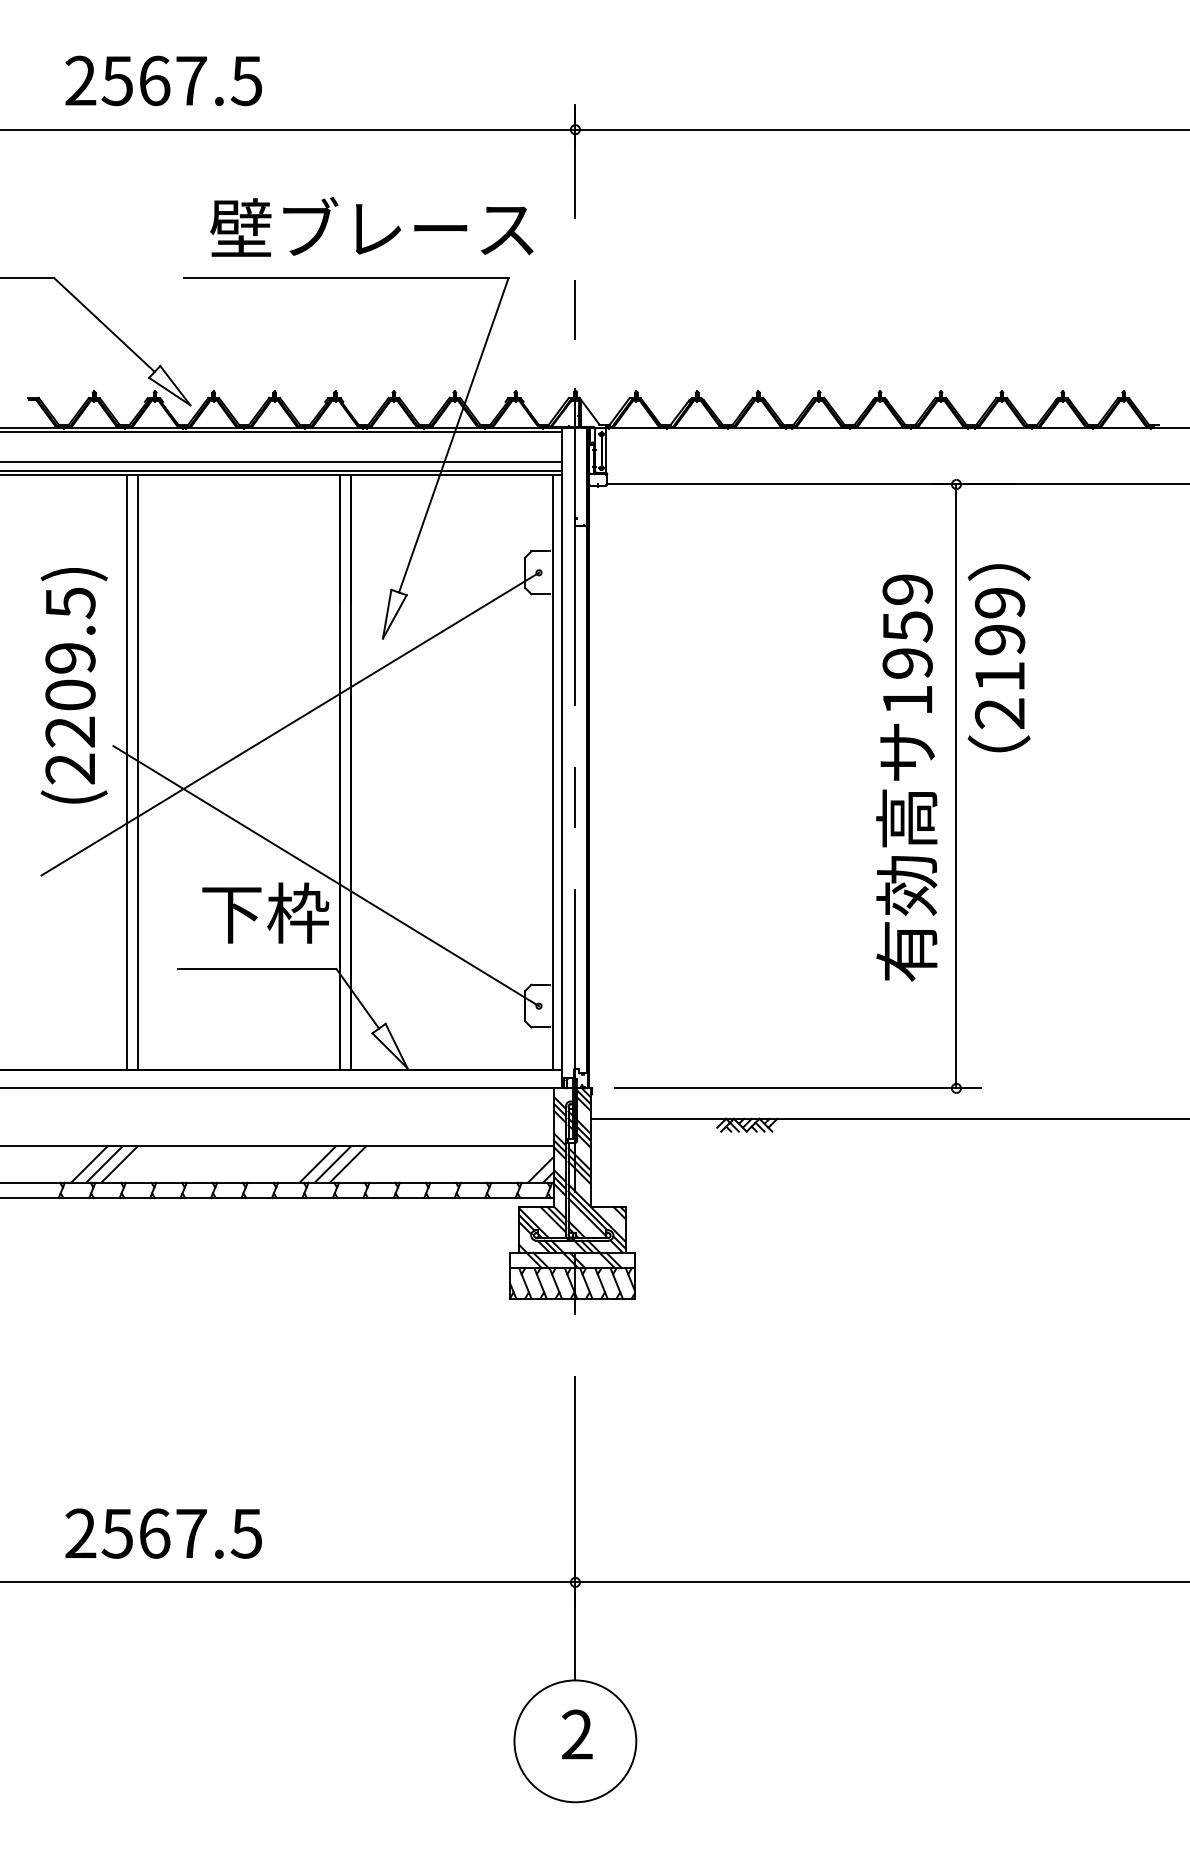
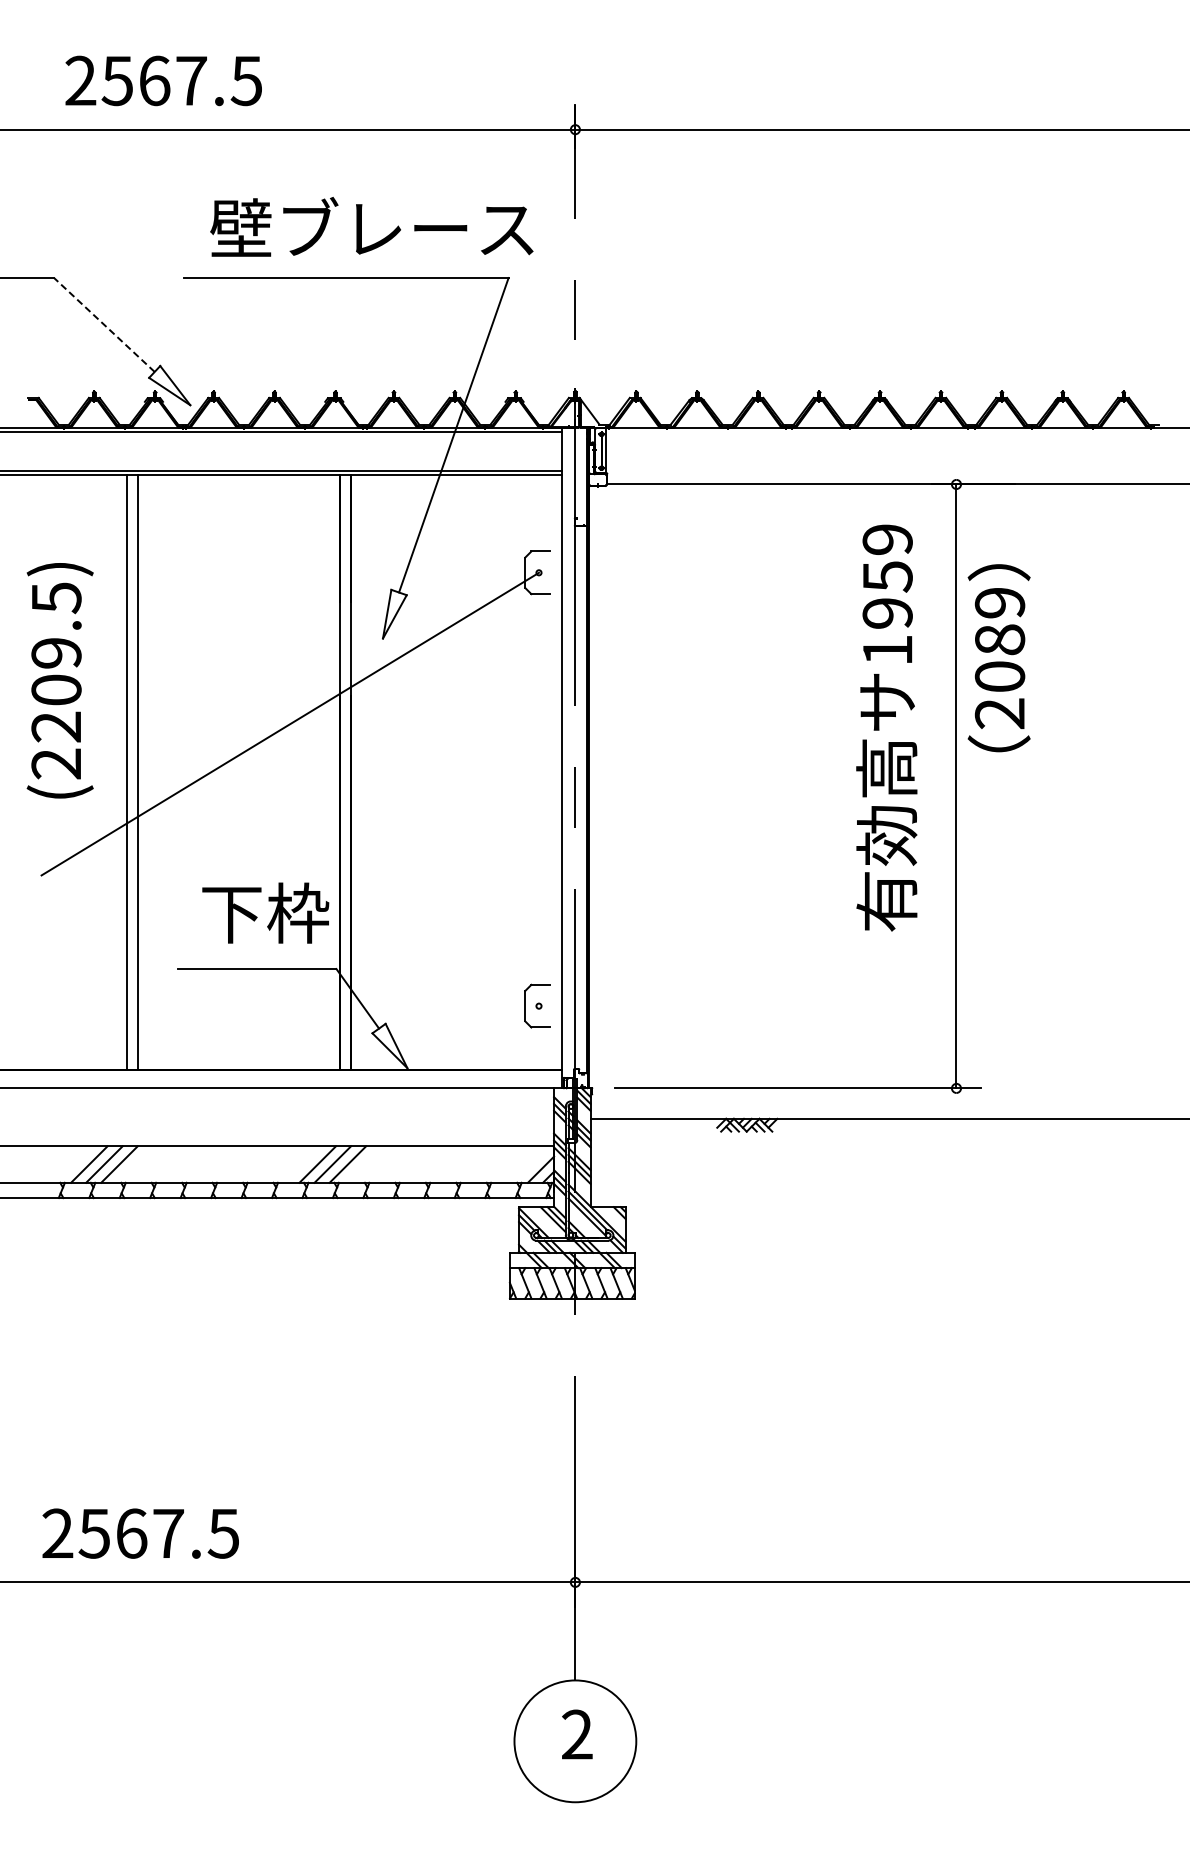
line at (104, 325): solid -> dashed
line at (282, 462): present -> none
text at (999, 657): 2199 -> 2089
text at (73, 685) position: (73, 685) -> (59, 680)
line at (553, 772): present -> none
text at (906, 777) position: (906, 777) -> (886, 727)
line at (326, 876): present -> none
text at (163, 1533) position: (163, 1533) -> (140, 1533)
